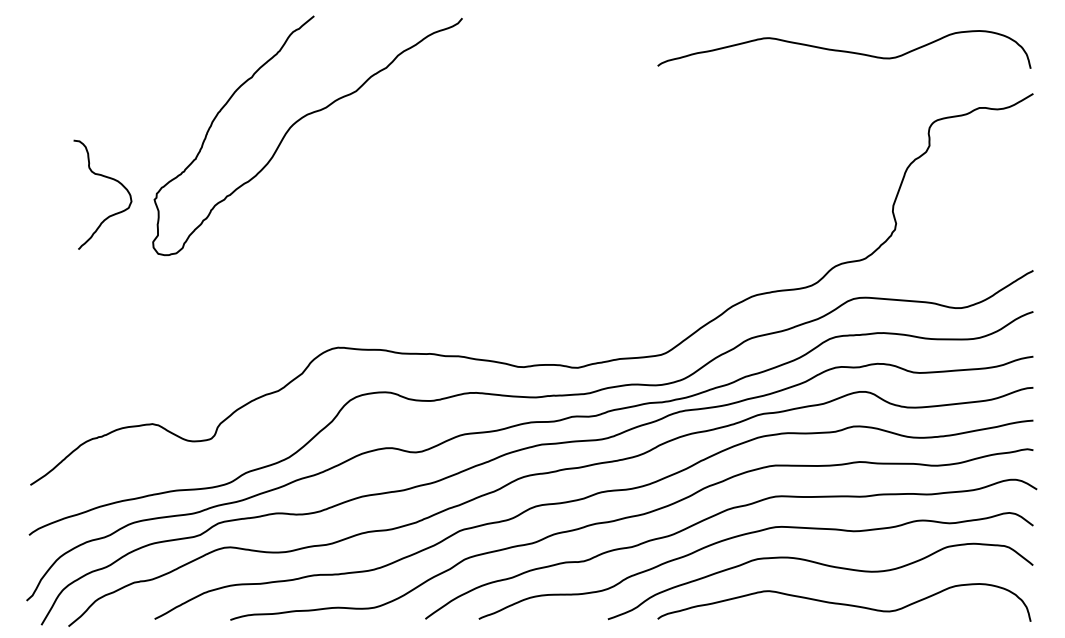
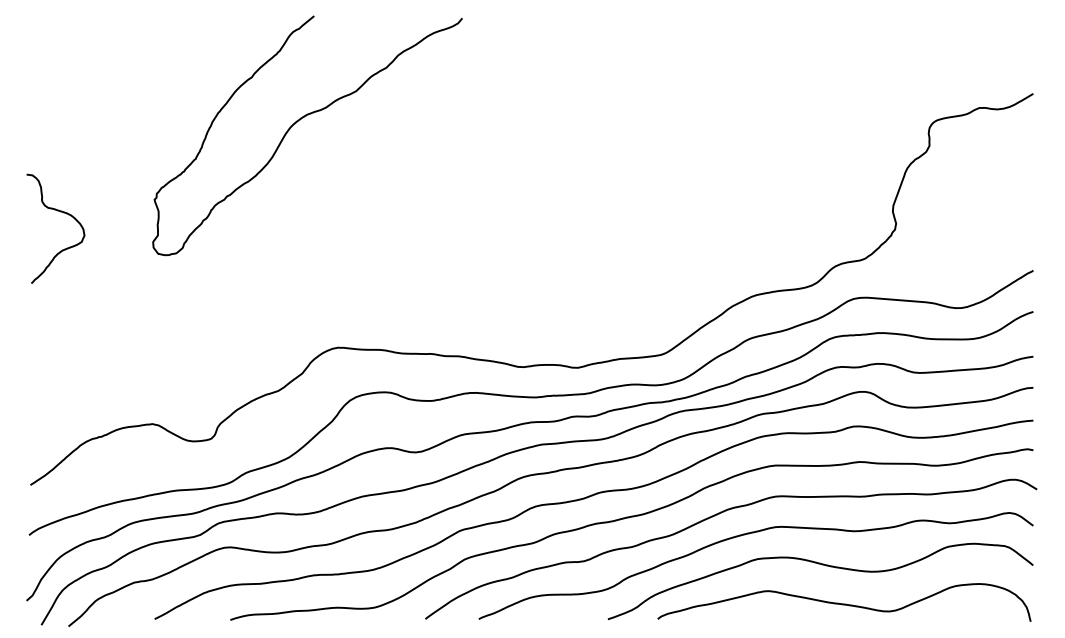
curve at (844, 50): present -> none
curve at (107, 178) position: (107, 178) -> (60, 212)
